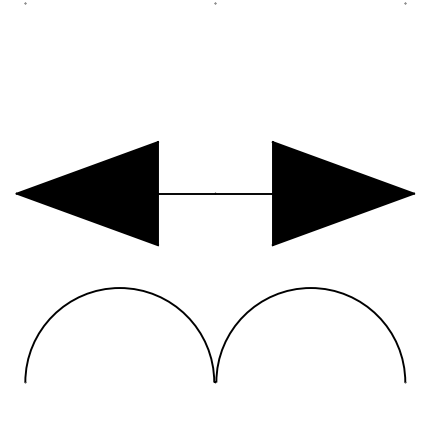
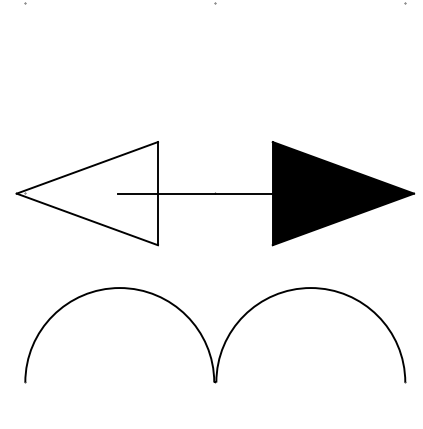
fill at (87, 193): present -> none
